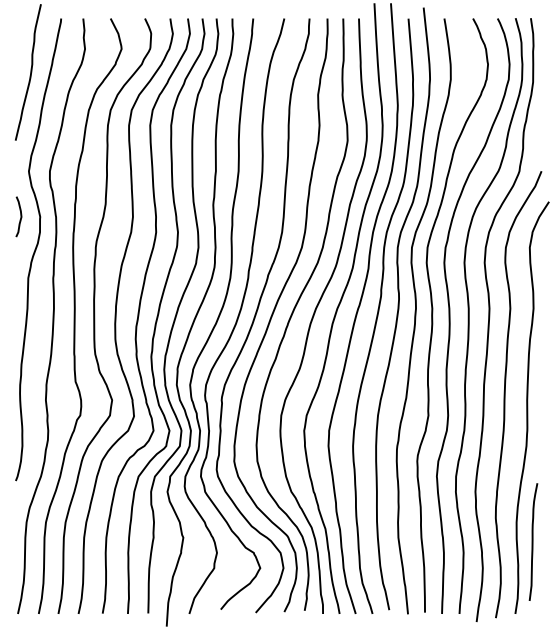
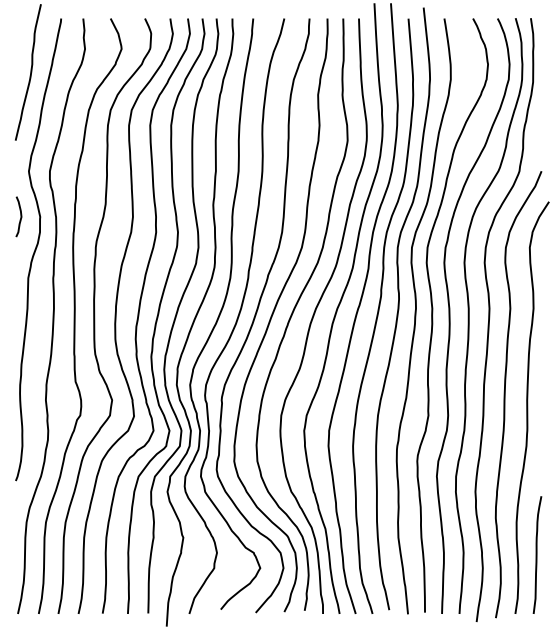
curve at (533, 541) position: (533, 541) -> (537, 554)
